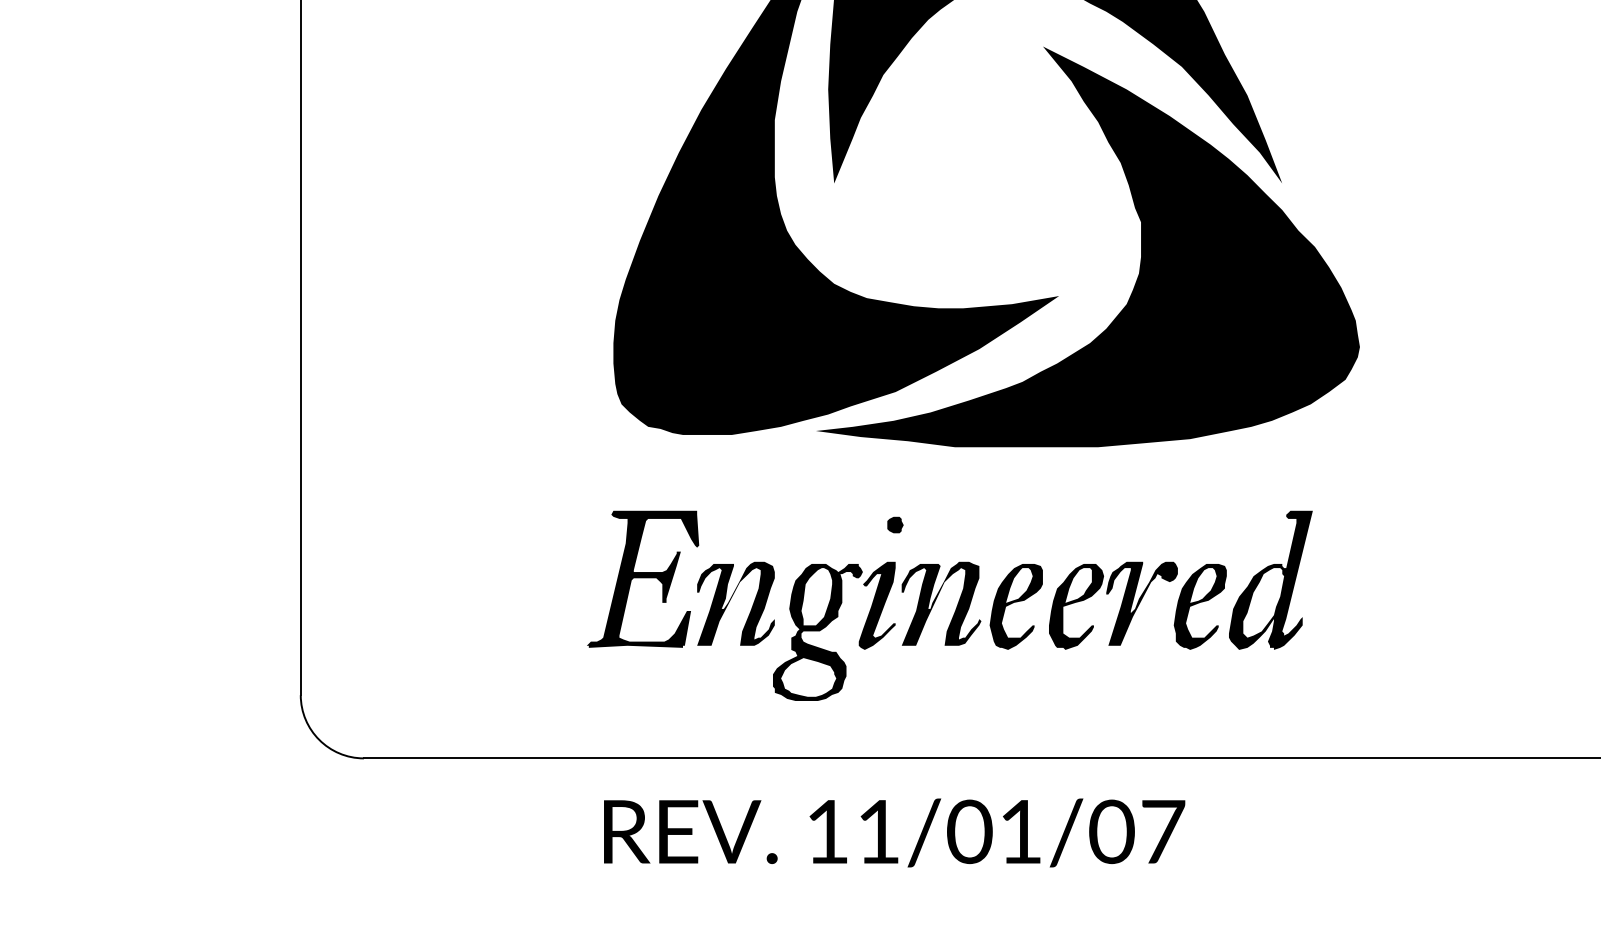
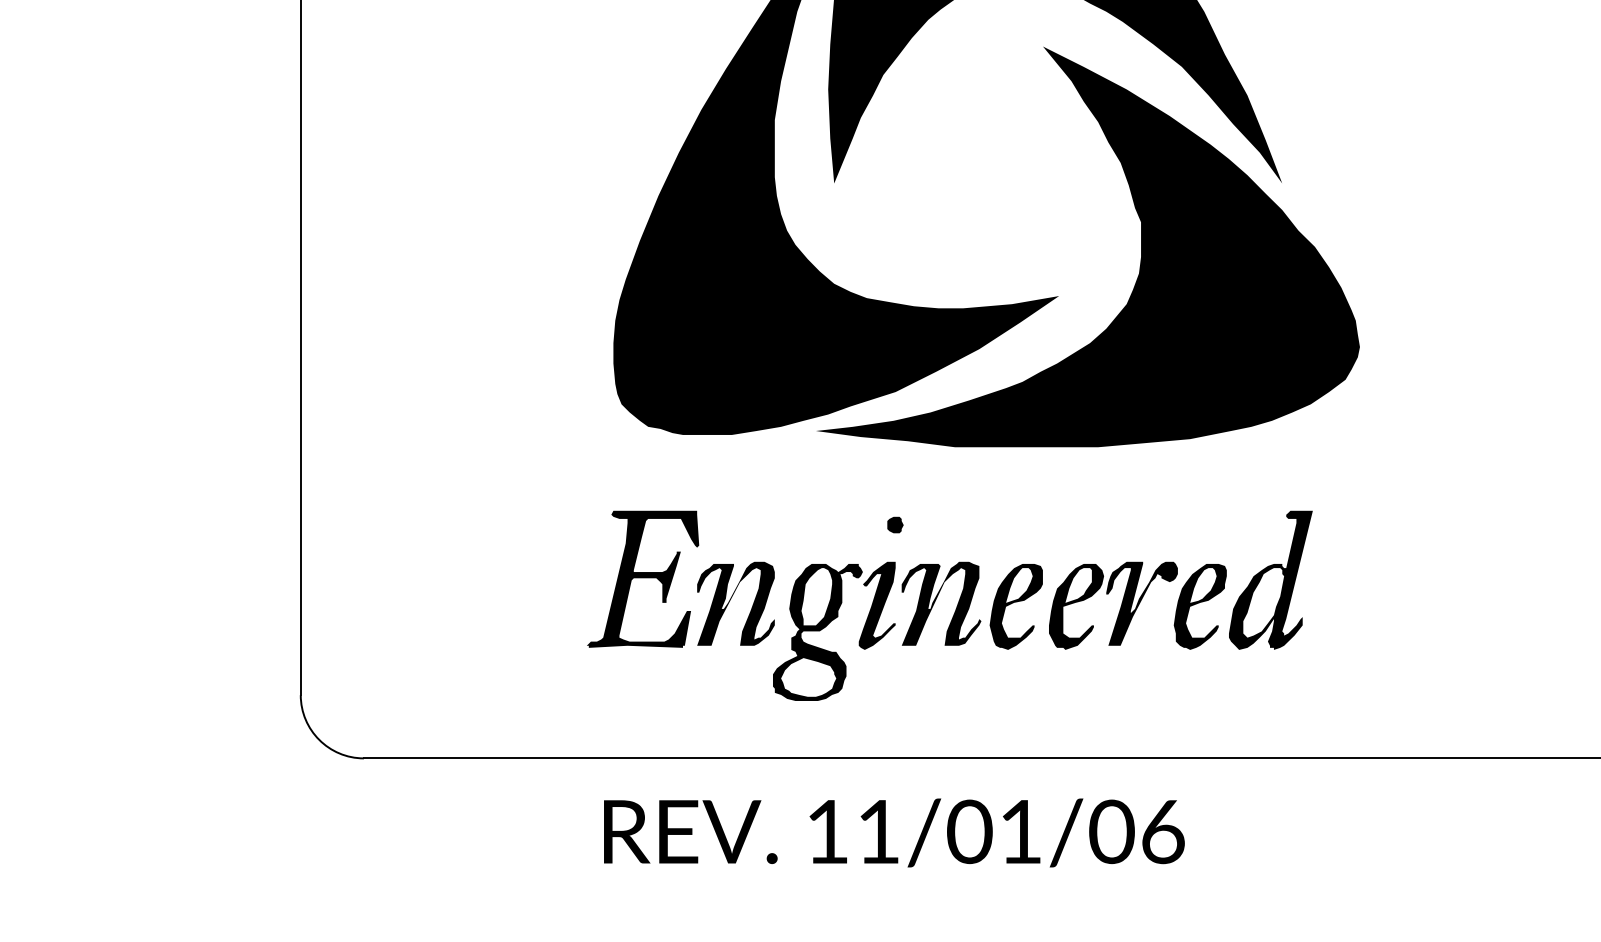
text at (1163, 832): 11/01/07 -> 11/01/06
